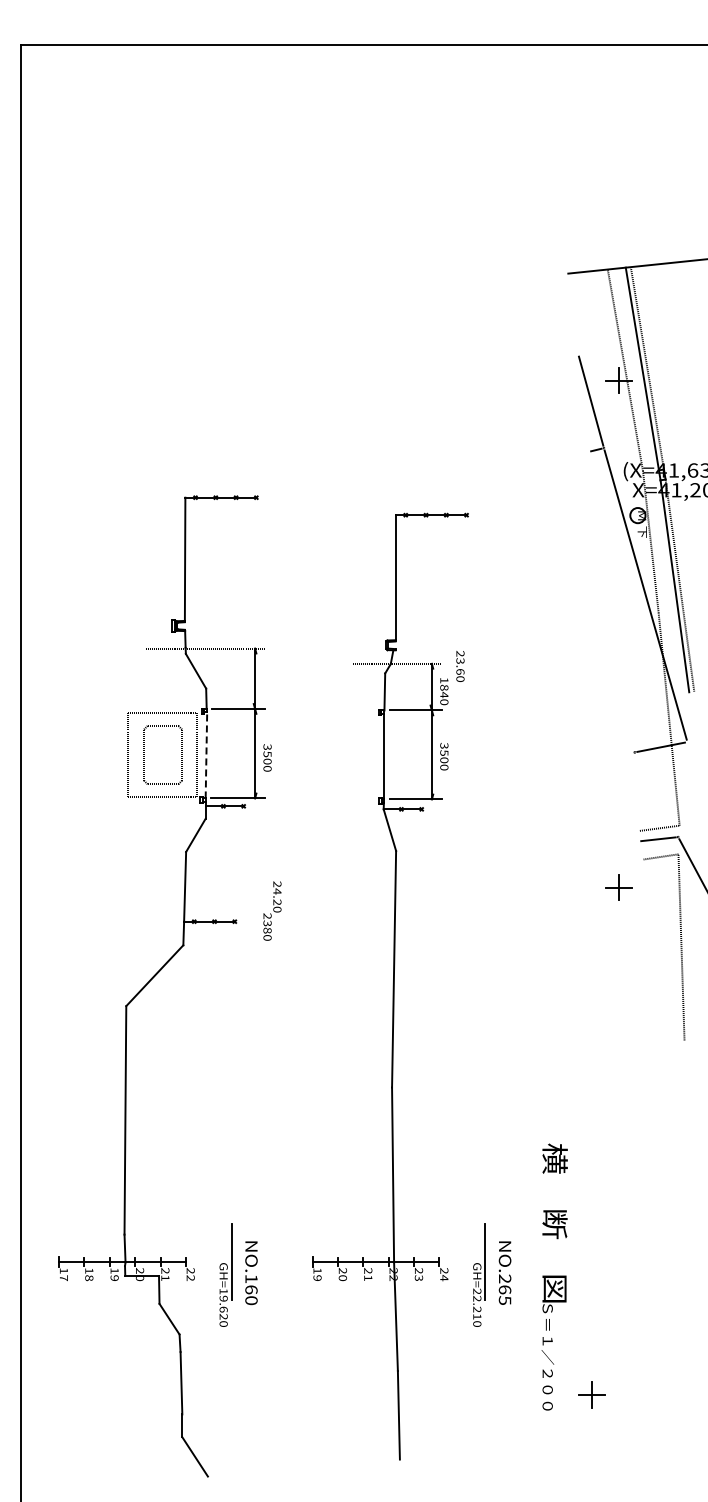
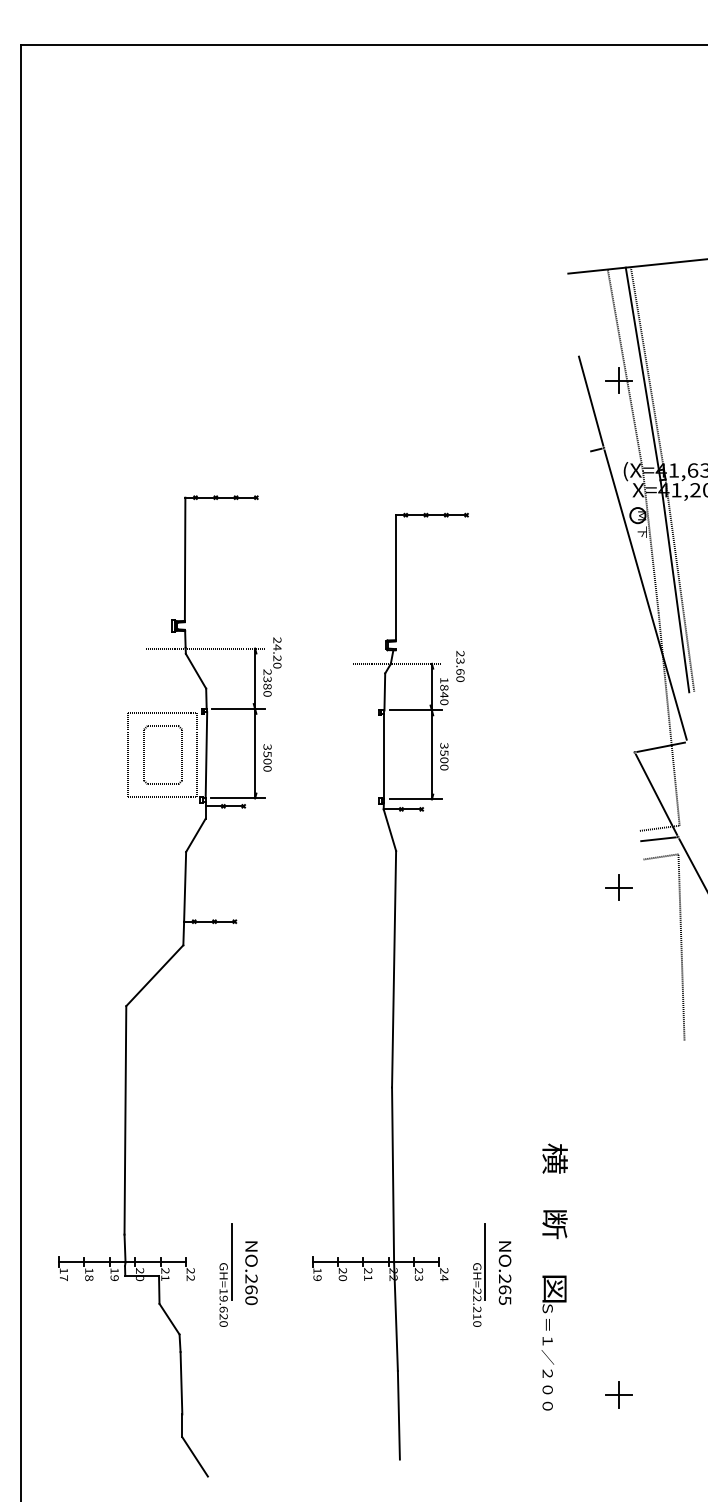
line at (206, 754): dashed -> solid
line at (656, 794): none -> present
text at (272, 910) position: (272, 910) -> (272, 666)
text at (251, 1278): NO.160 -> NO.260
part at (591, 1394) position: (591, 1394) -> (618, 1394)
